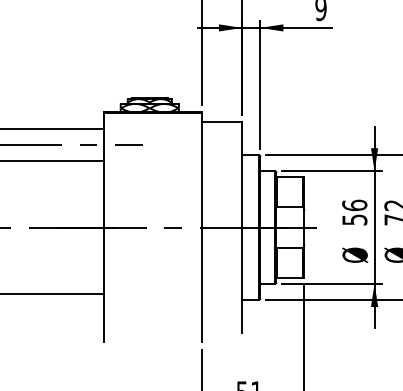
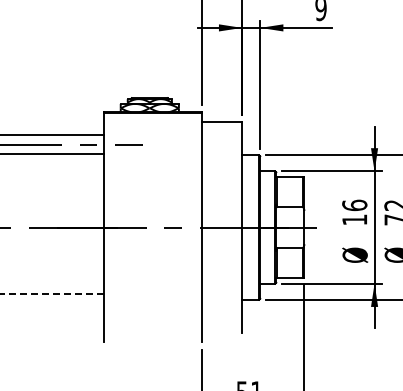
line at (52, 128) position: (52, 128) -> (52, 134)
line at (52, 160) position: (52, 160) -> (52, 153)
text at (354, 219): 56 -> 16
line at (51, 294): solid -> dashed
